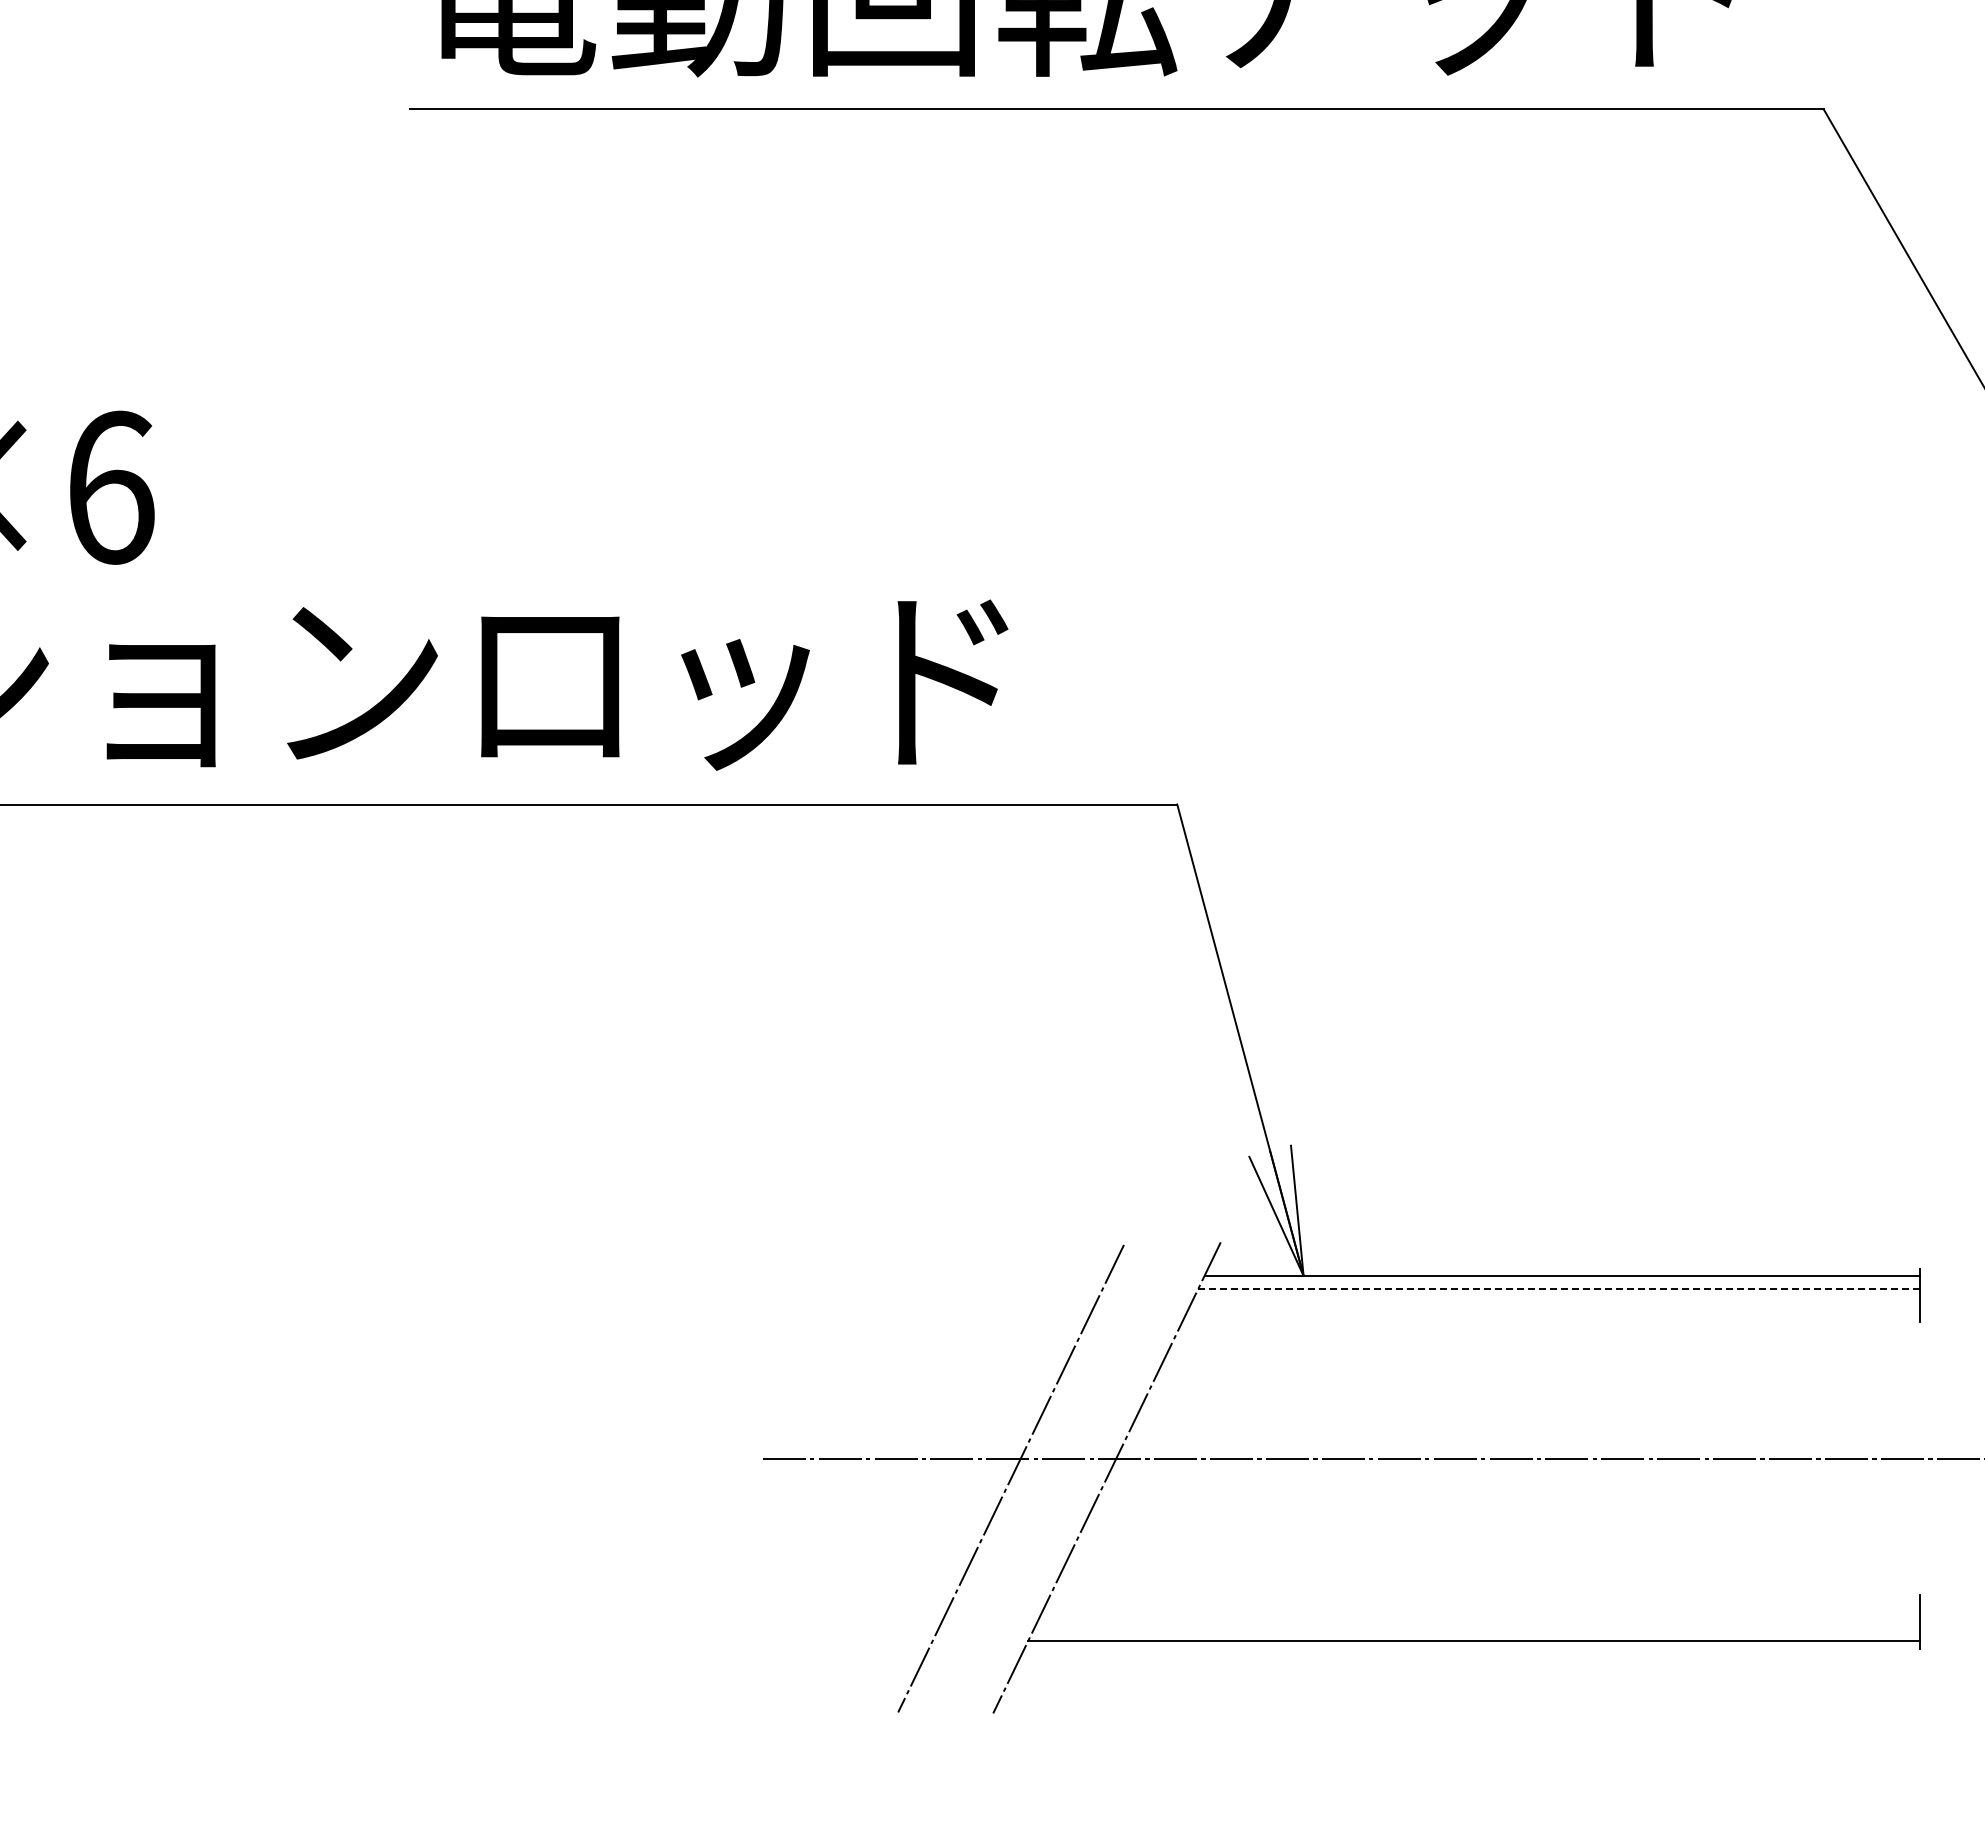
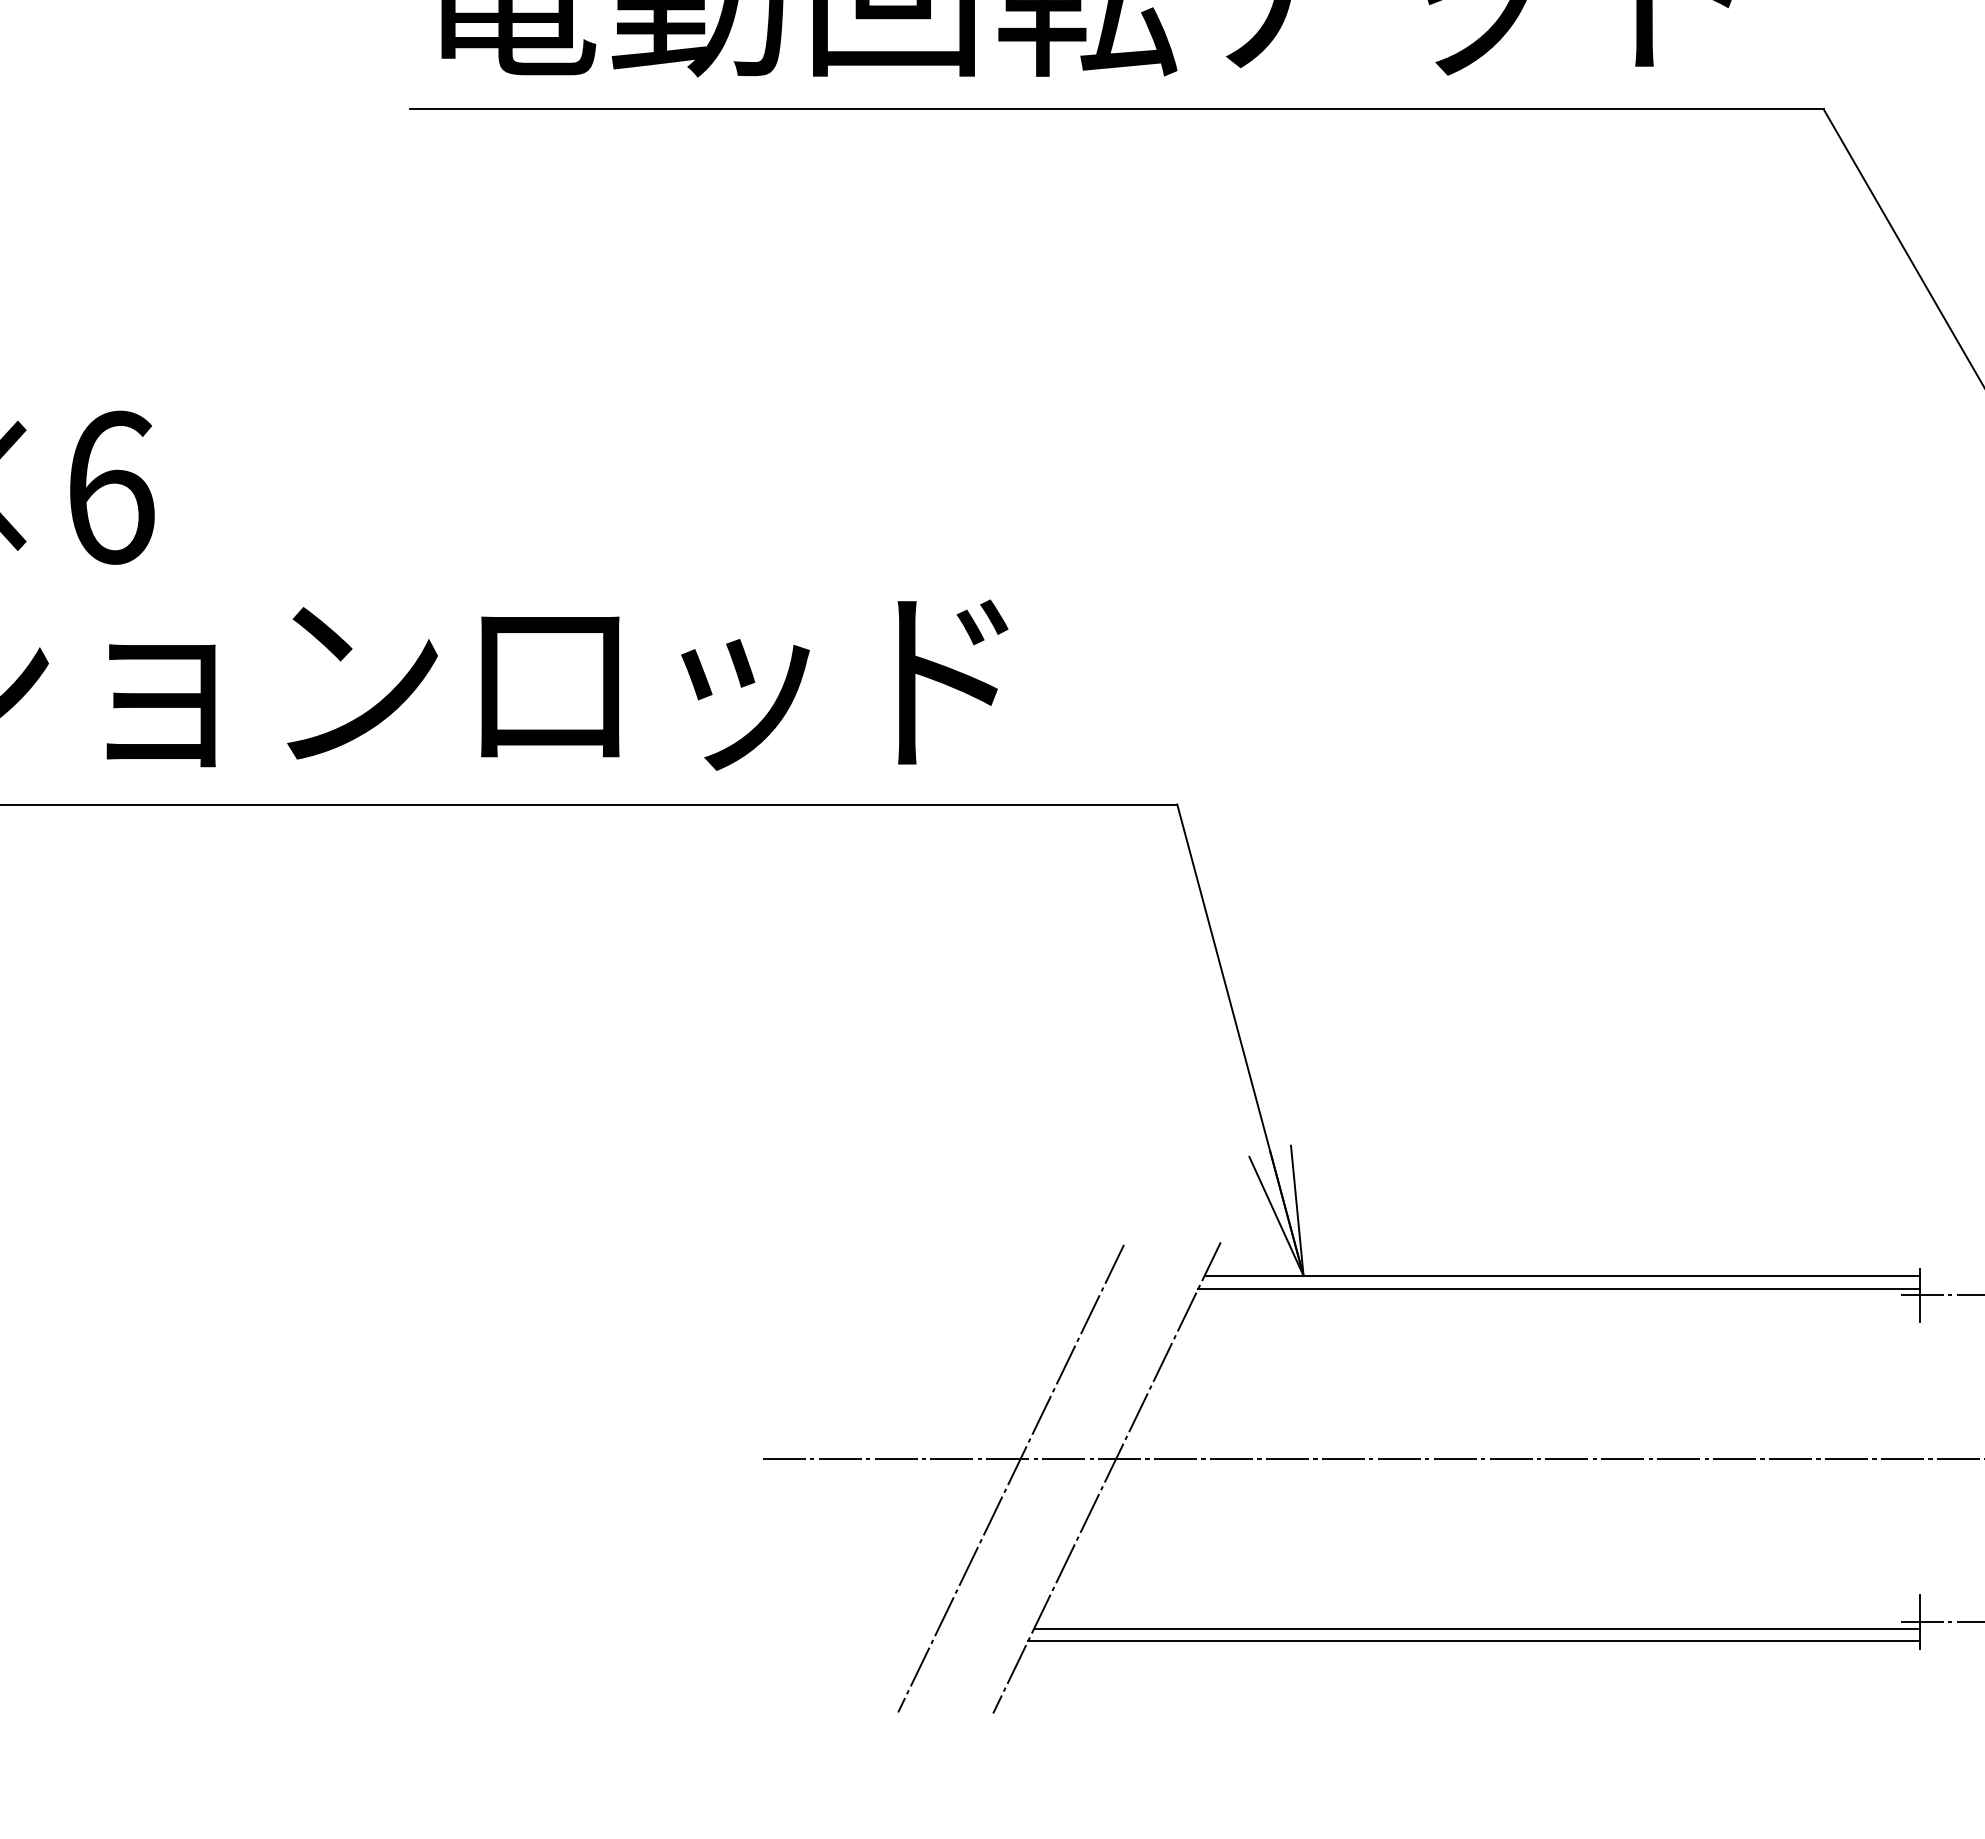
line at (1558, 1288): dashed -> solid
line at (1940, 1295): none -> present
line at (1940, 1622): none -> present
line at (1476, 1628): none -> present
